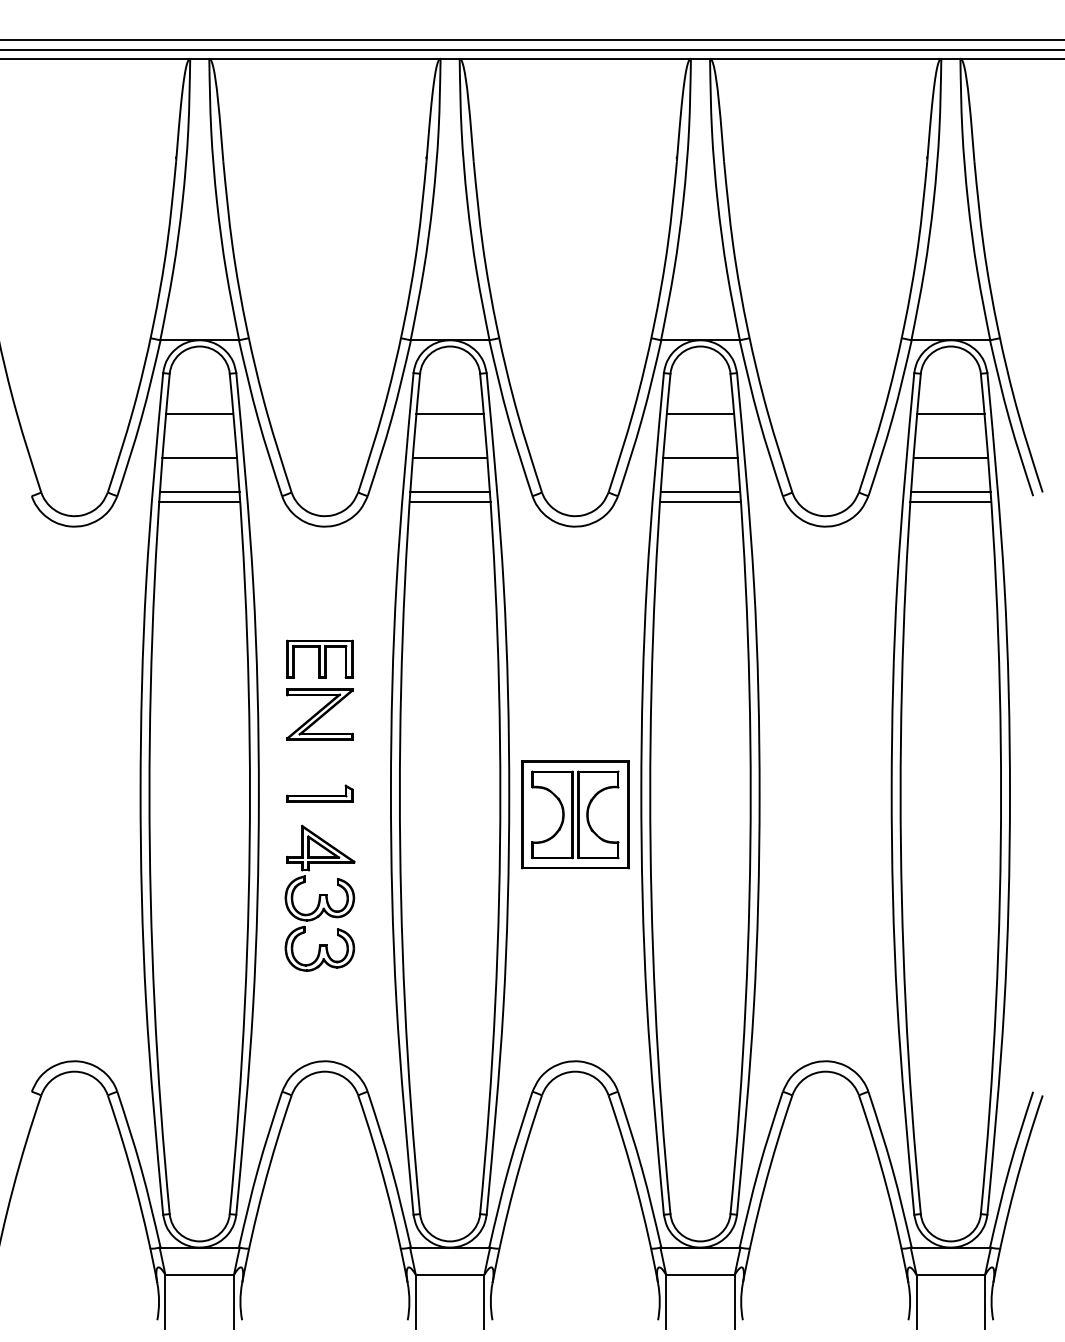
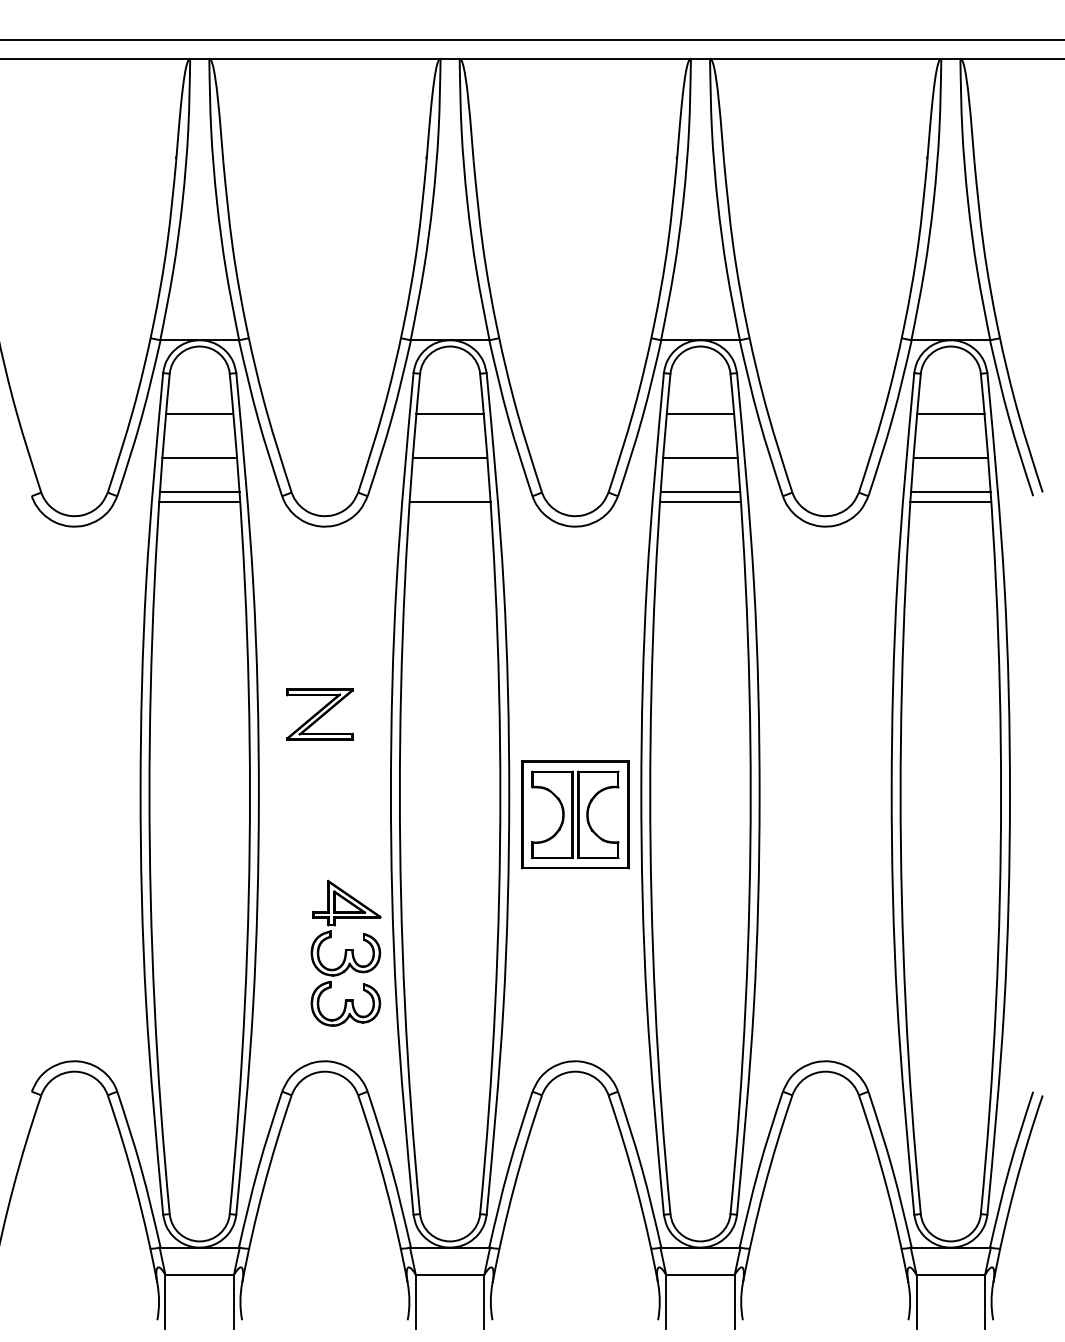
line at (531, 49): present -> none
line at (449, 492): present -> none
part at (319, 658): present -> none
part at (319, 793): present -> none
part at (319, 897) position: (319, 897) -> (345, 952)
